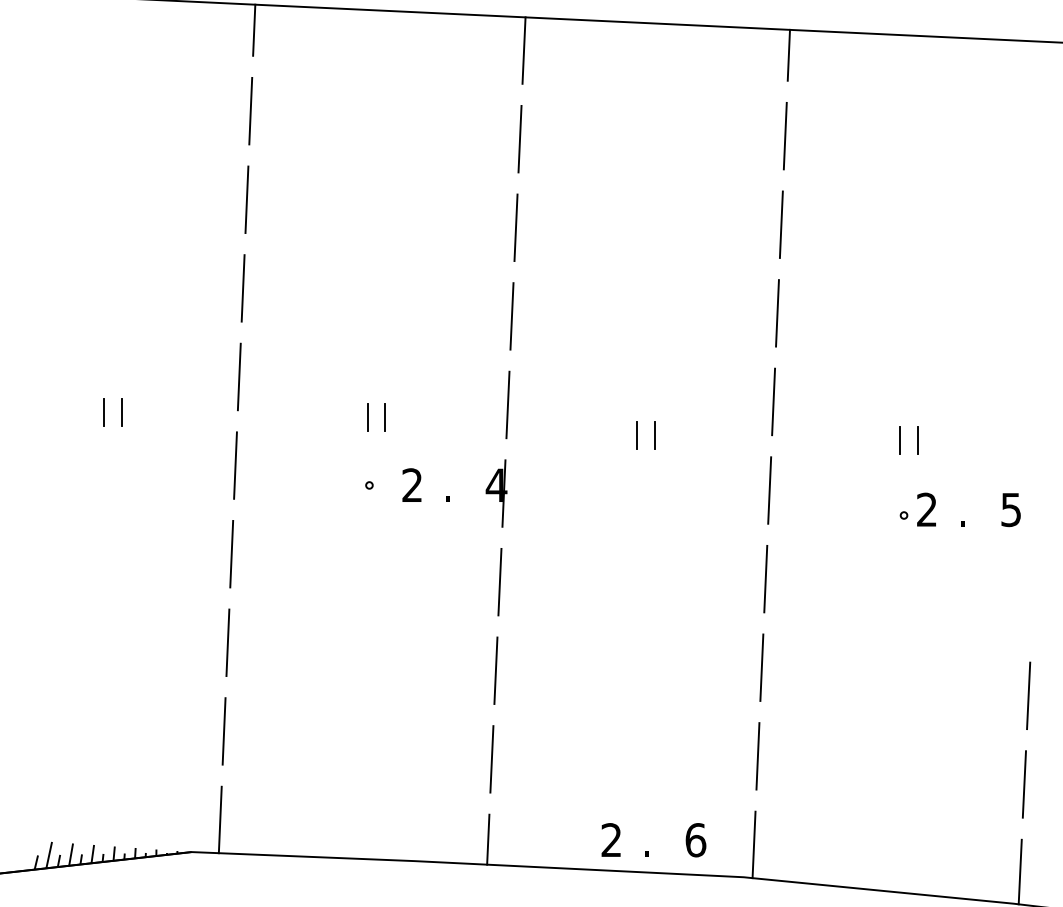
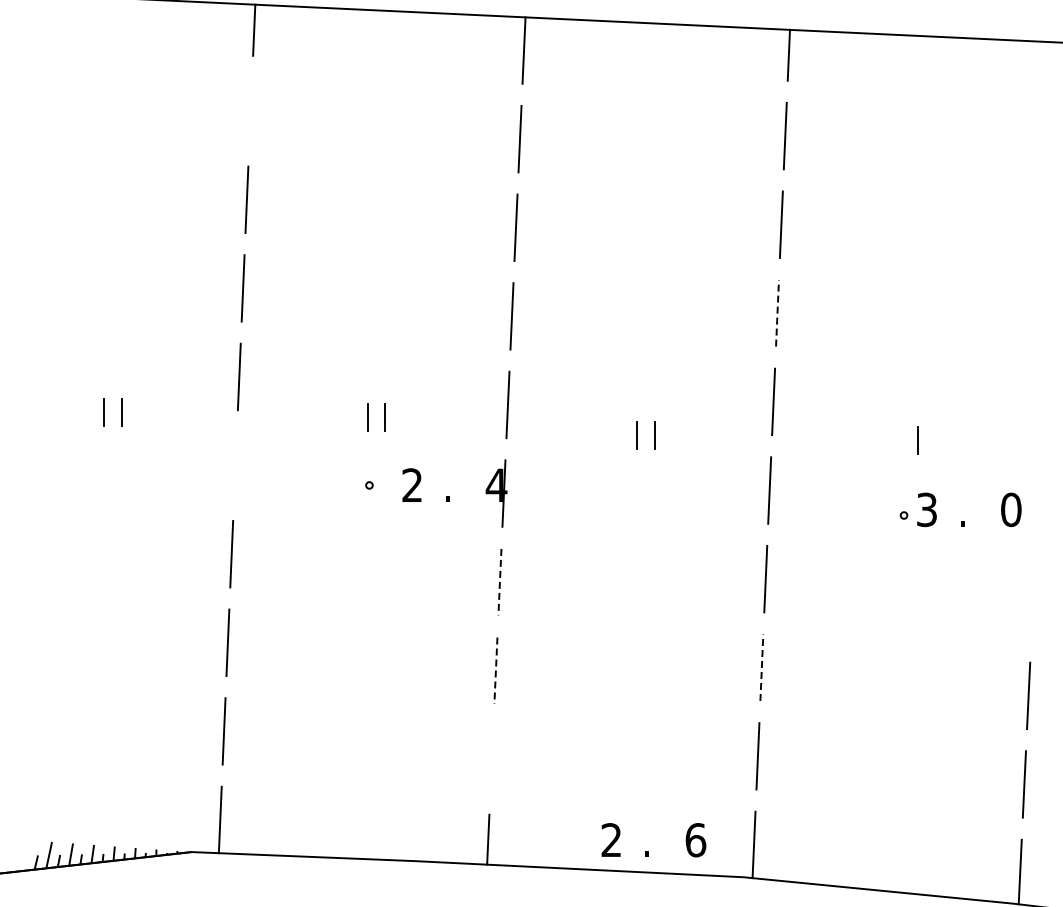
line at (250, 110): present -> none
line at (777, 312): solid -> dashed
line at (900, 440): present -> none
line at (235, 465): present -> none
text at (926, 509): 2 -> 3
text at (1011, 509): 5 -> 0
line at (499, 582): solid -> dashed
line at (761, 667): solid -> dashed
line at (495, 671): solid -> dashed
line at (491, 759): present -> none
